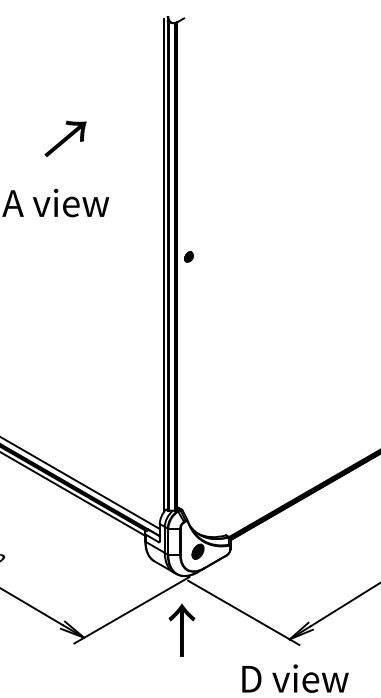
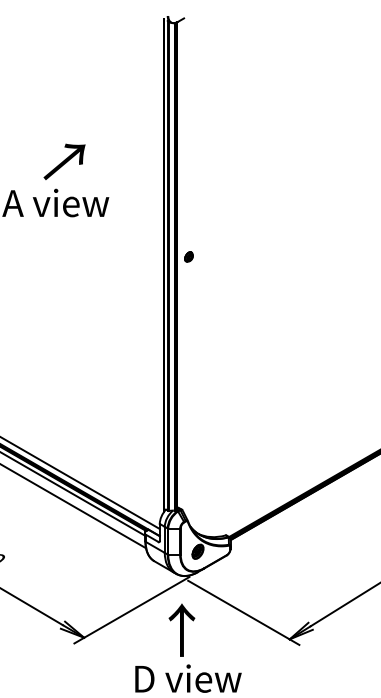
text at (65, 138) position: (65, 138) -> (64, 161)
line at (74, 506): none -> present
text at (295, 678) position: (295, 678) -> (188, 678)
